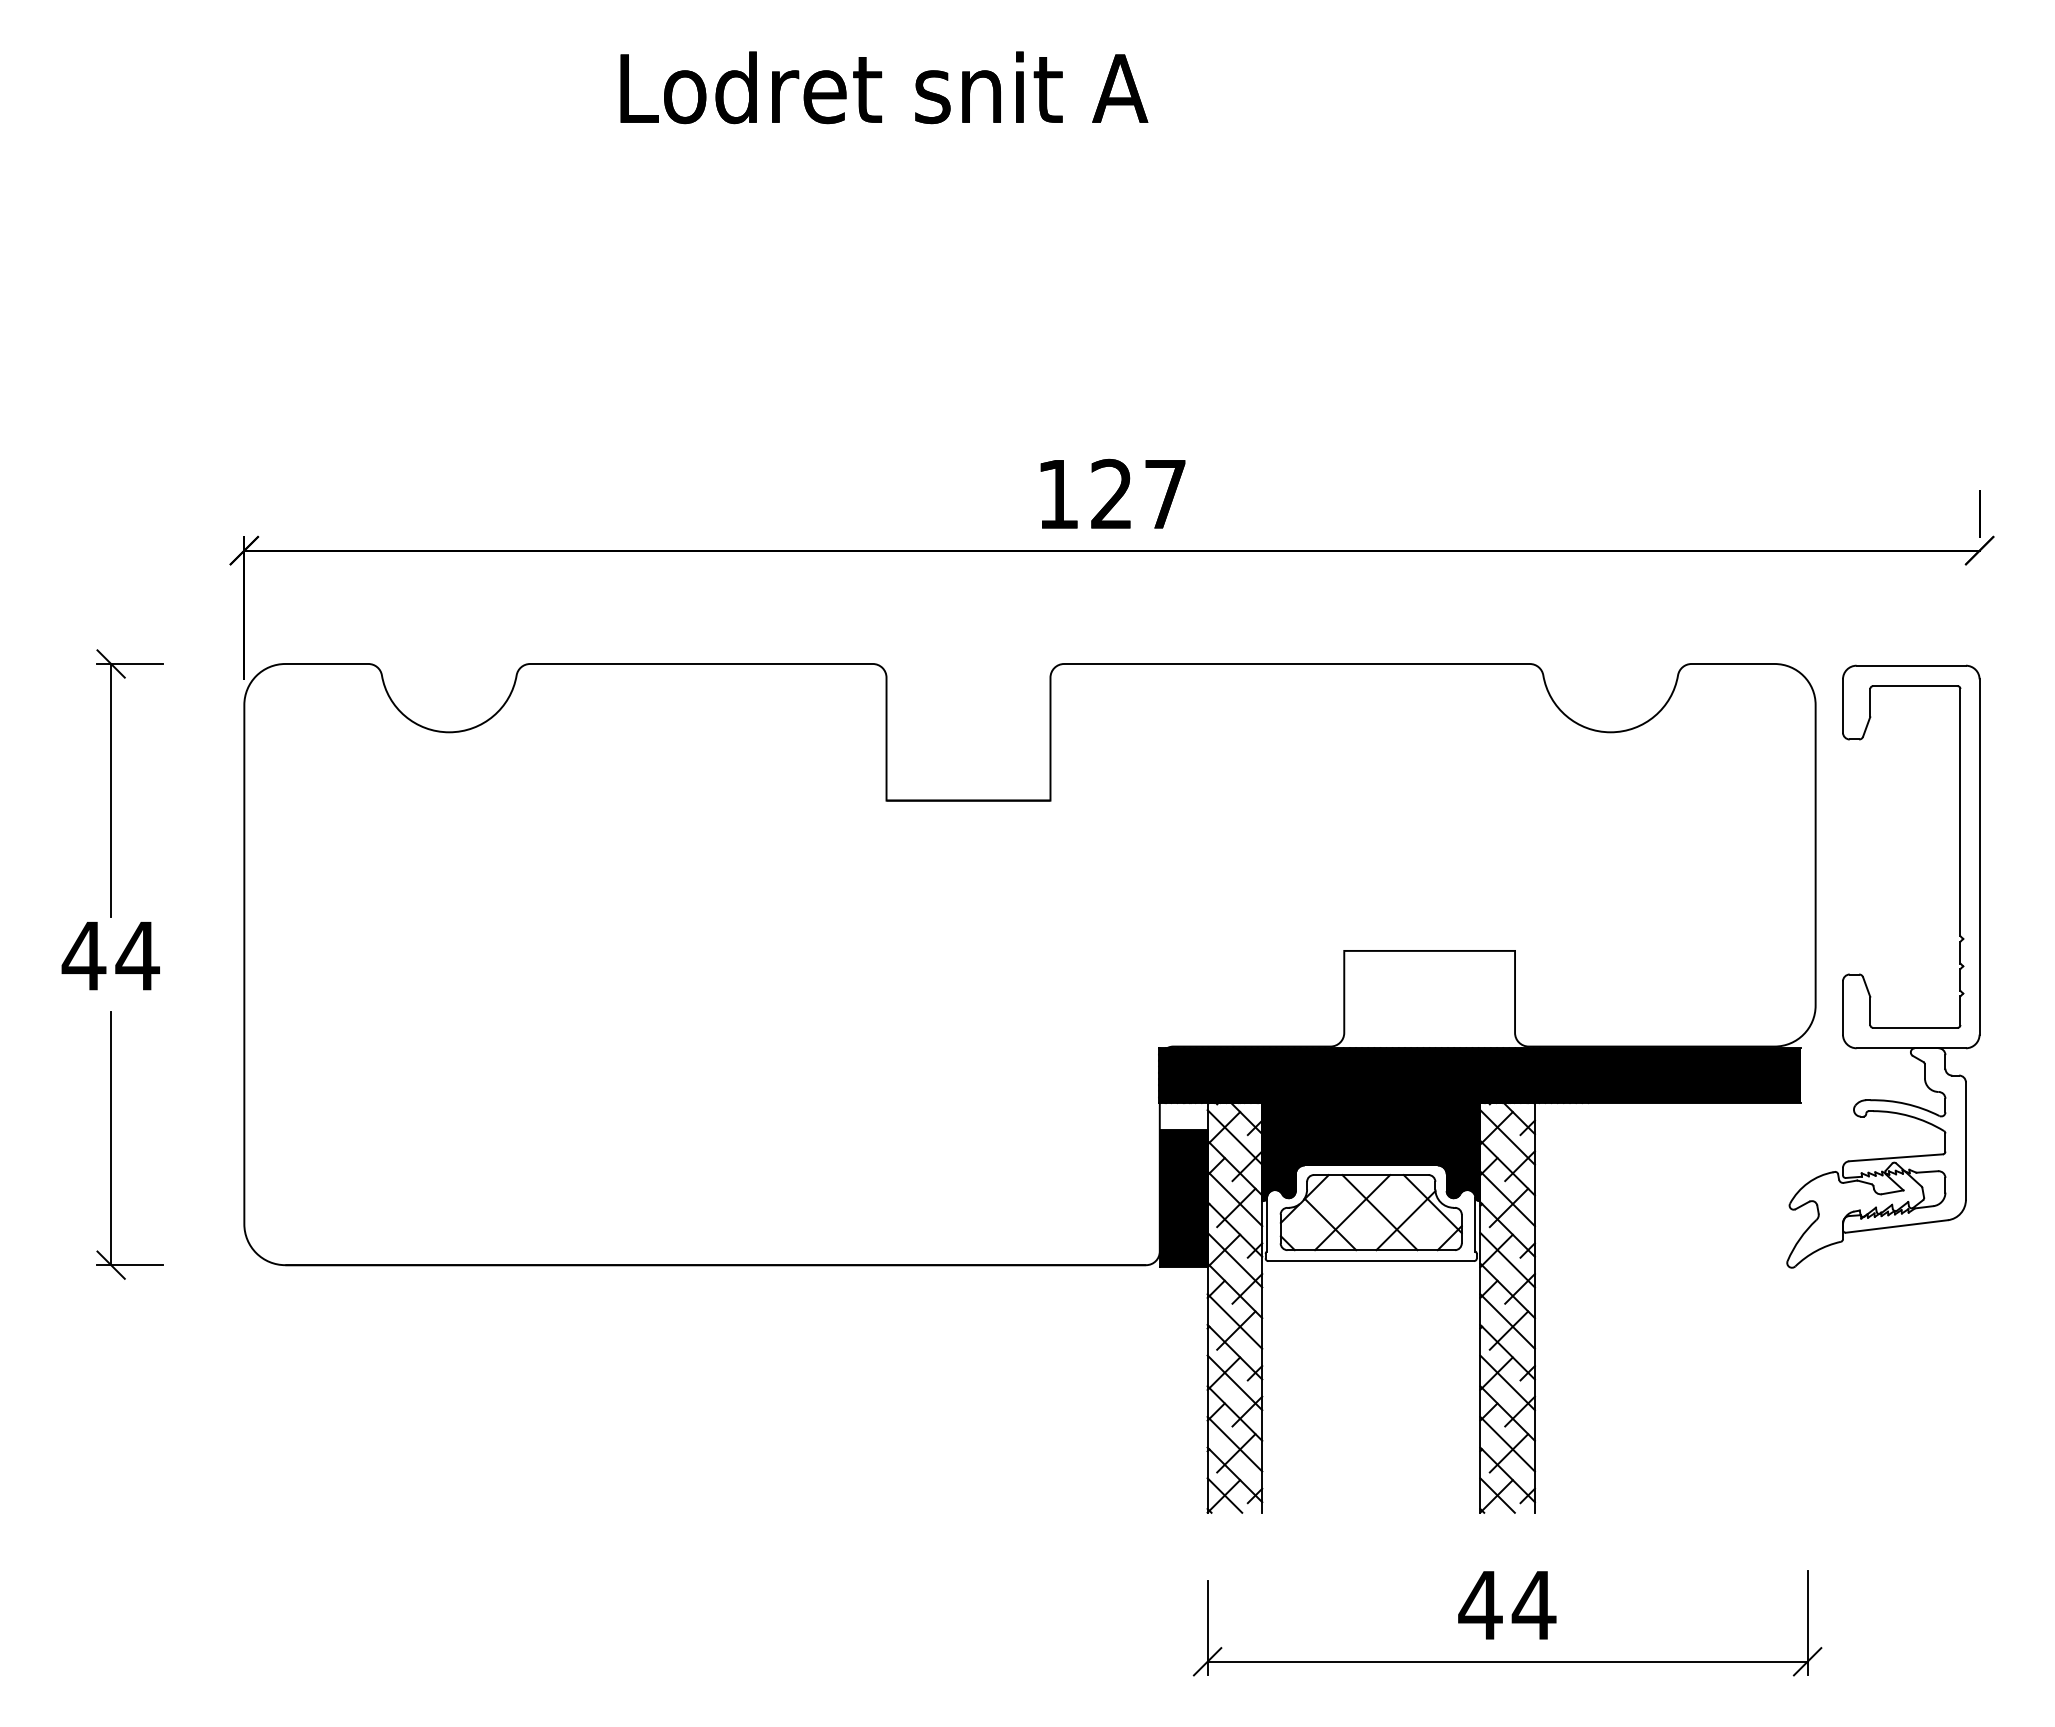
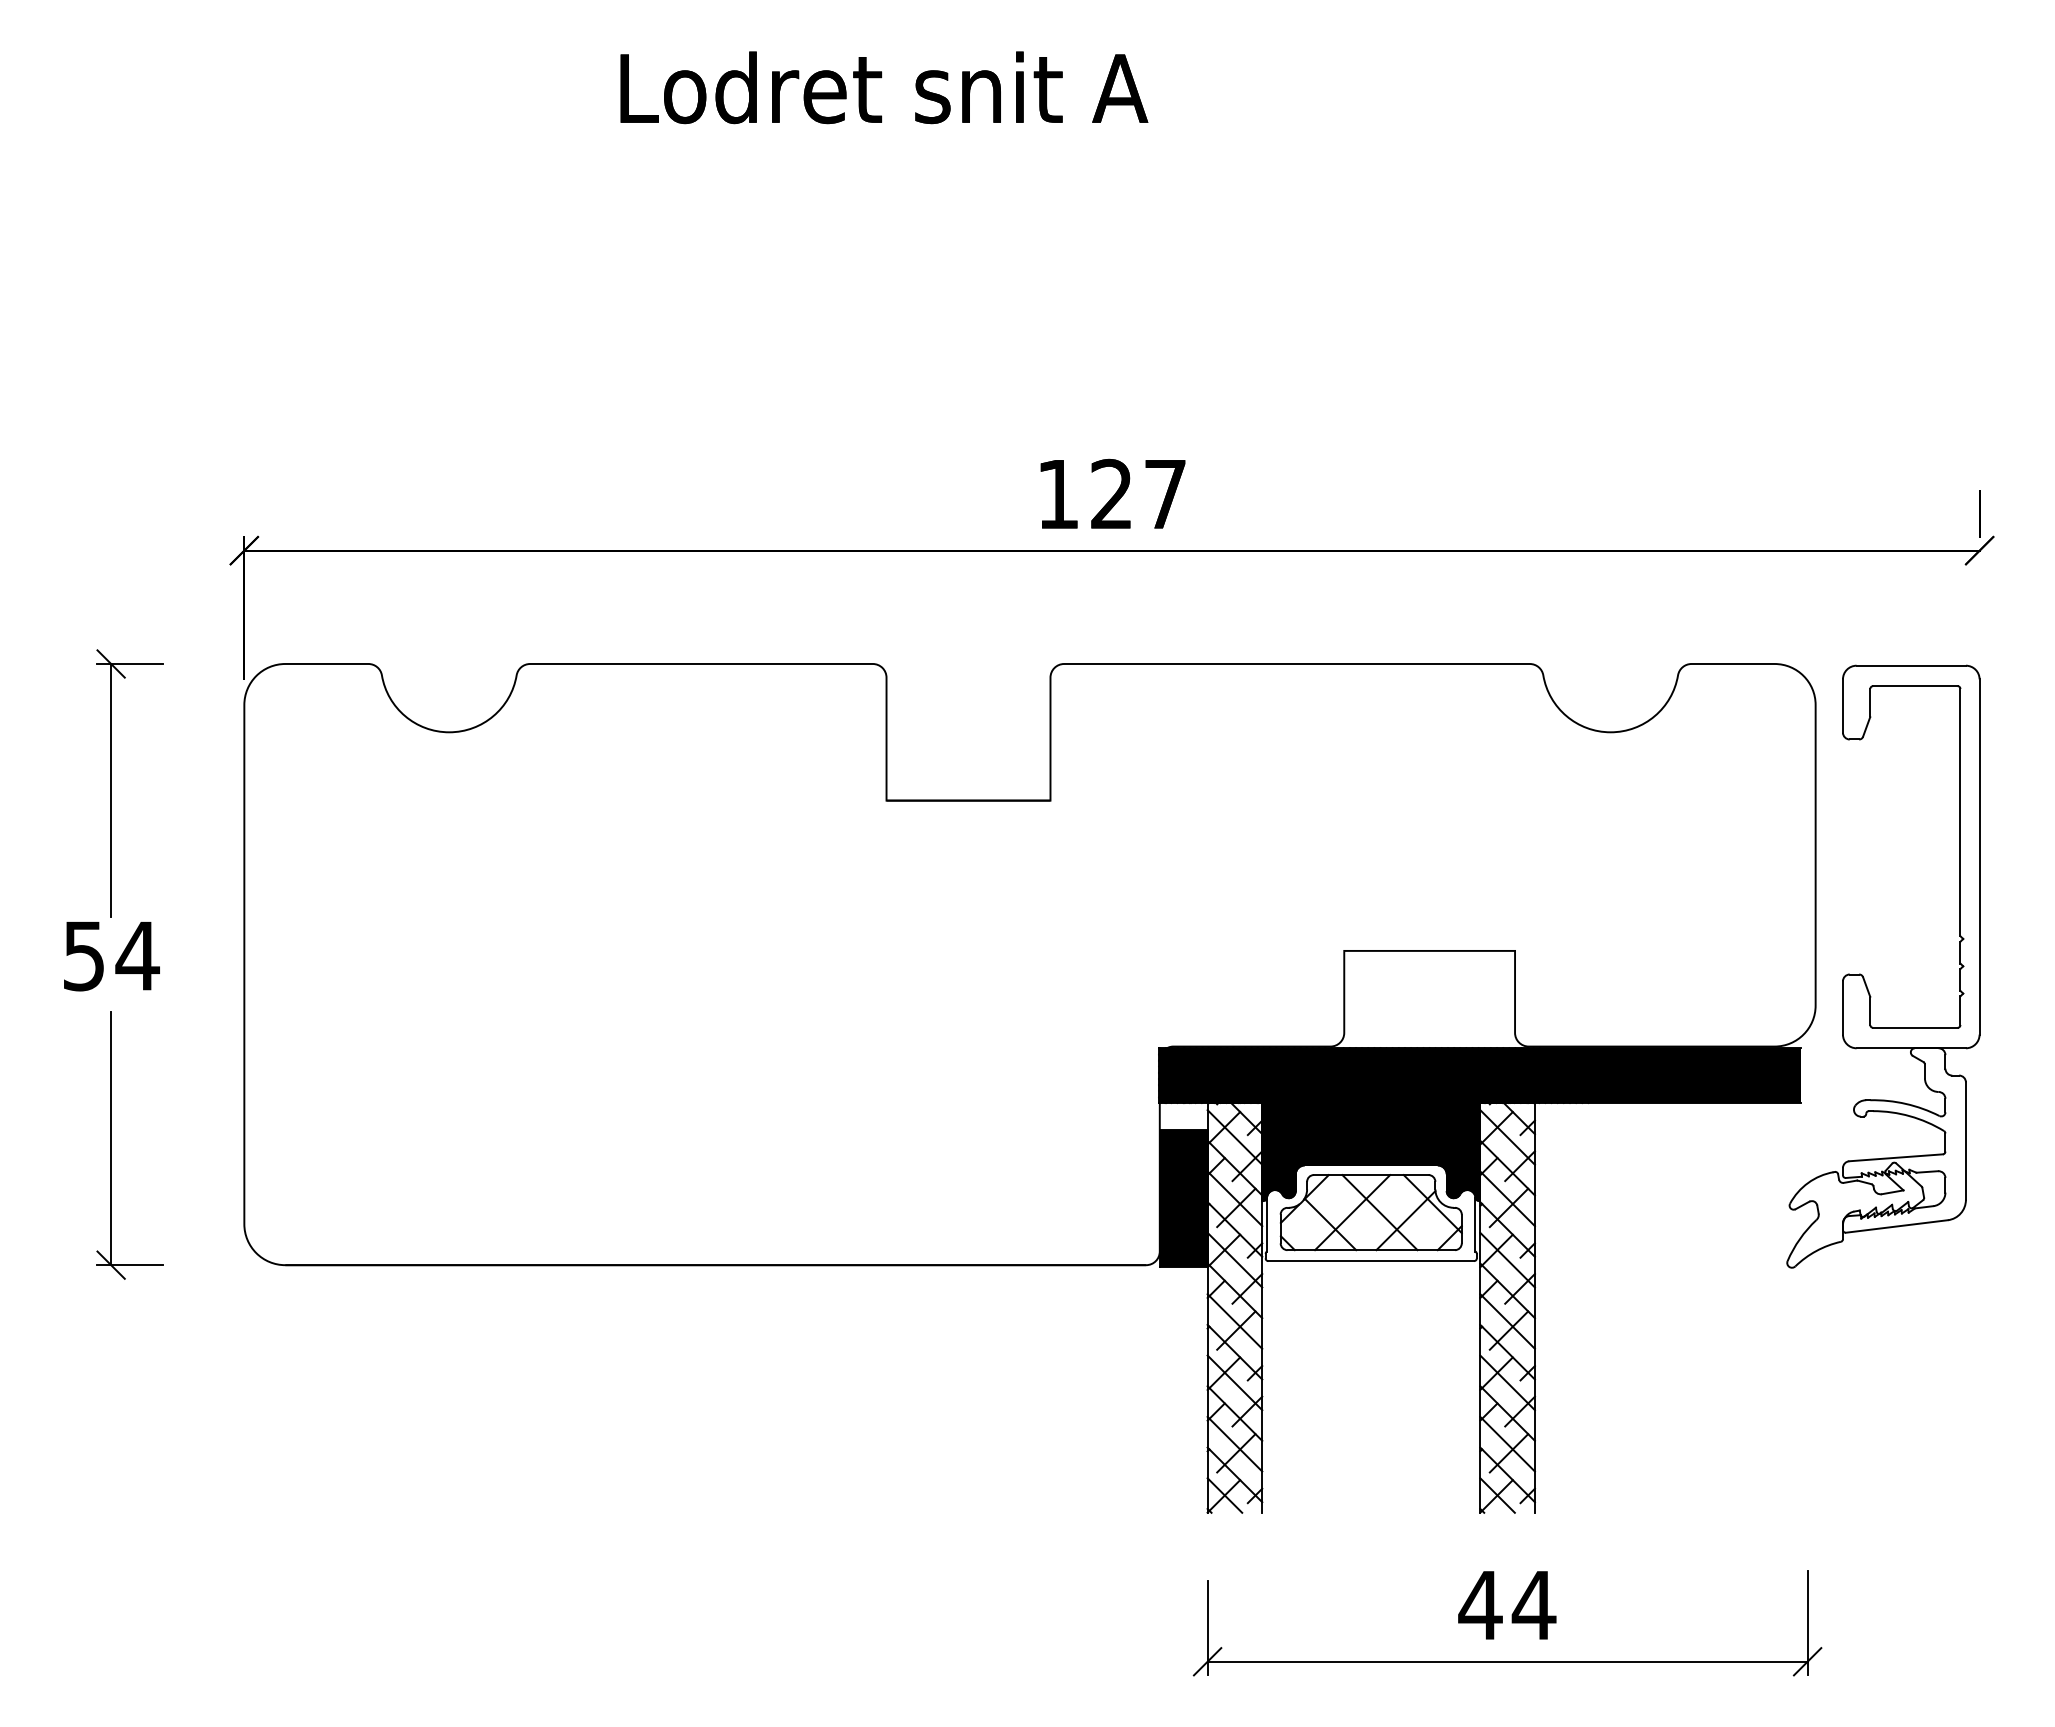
text at (83, 956): 44 -> 54
